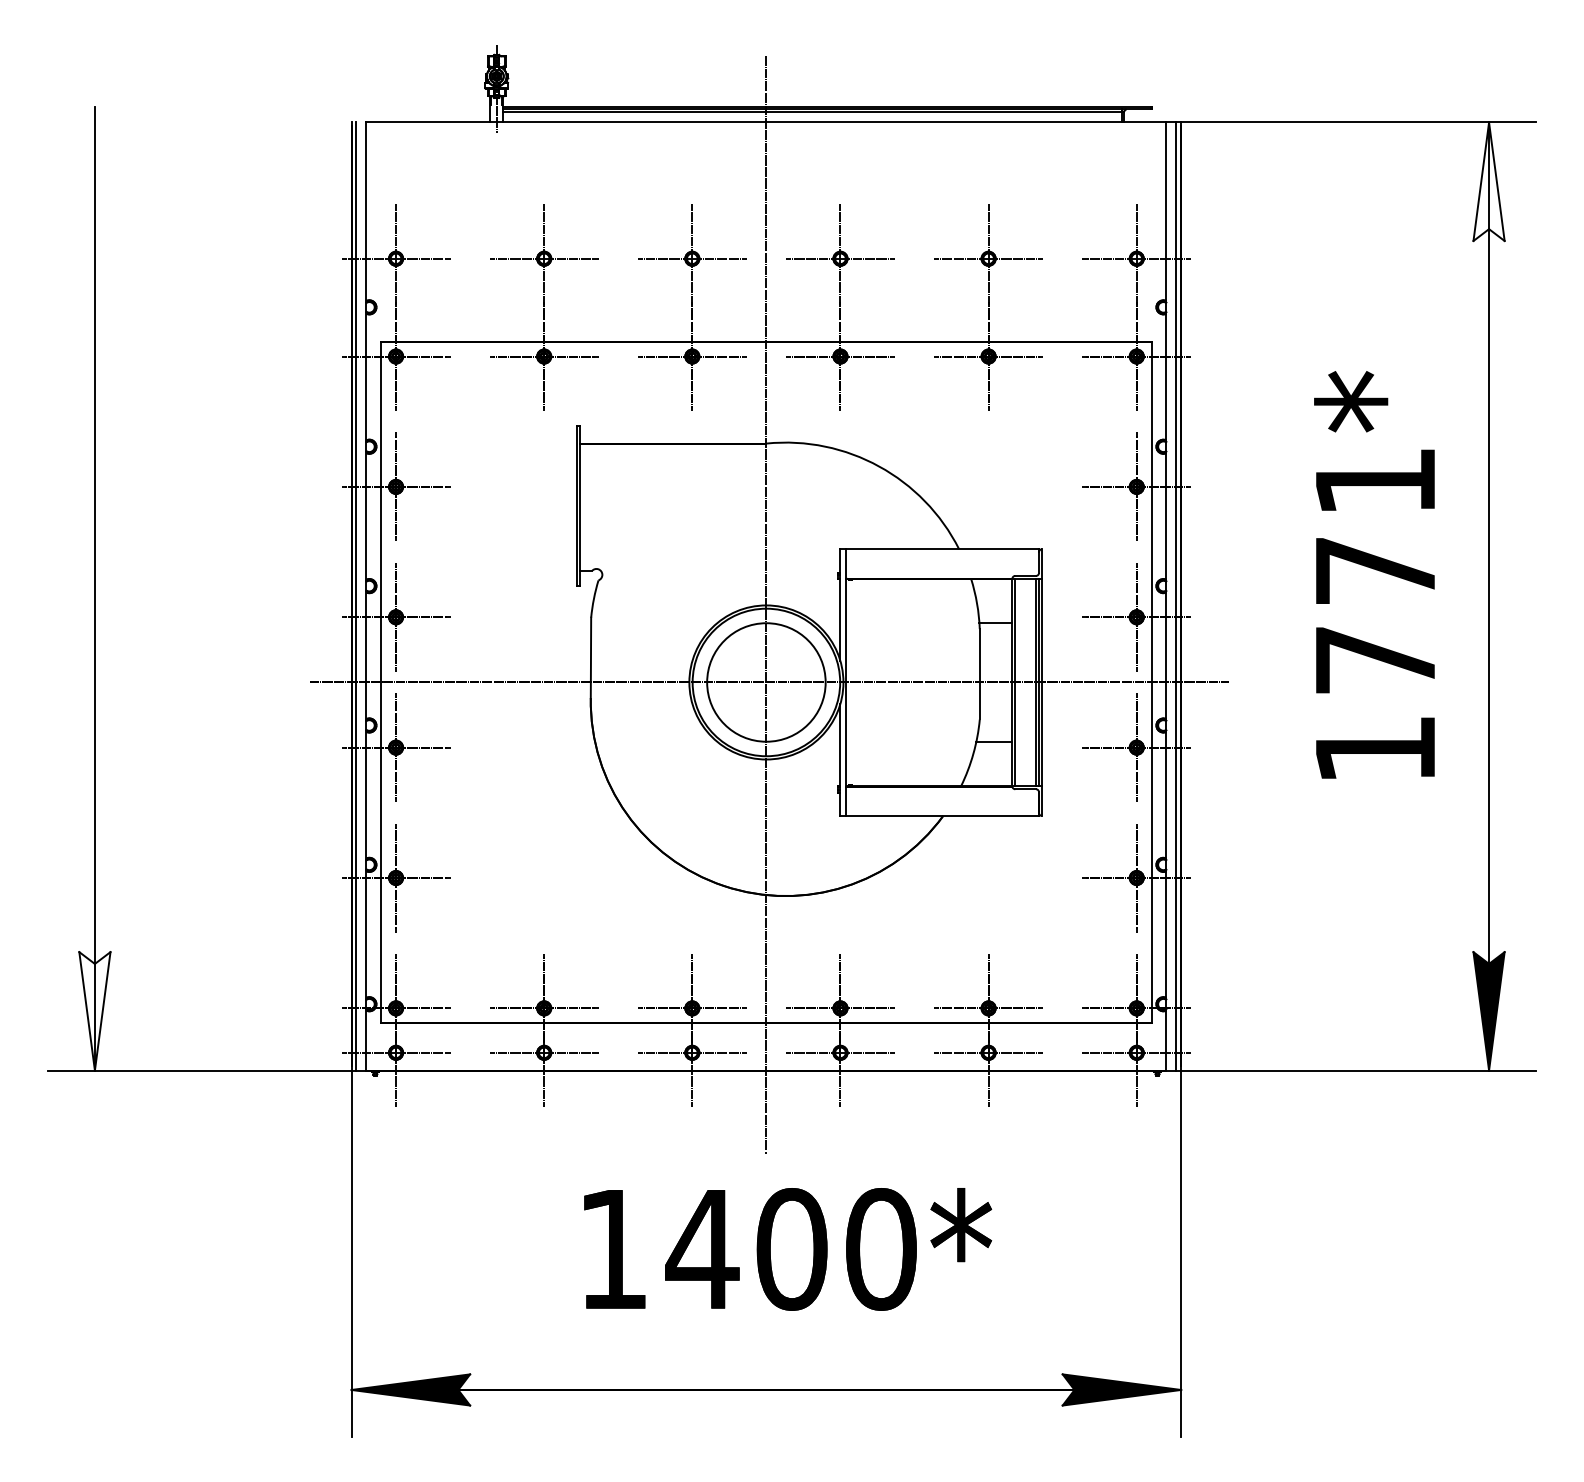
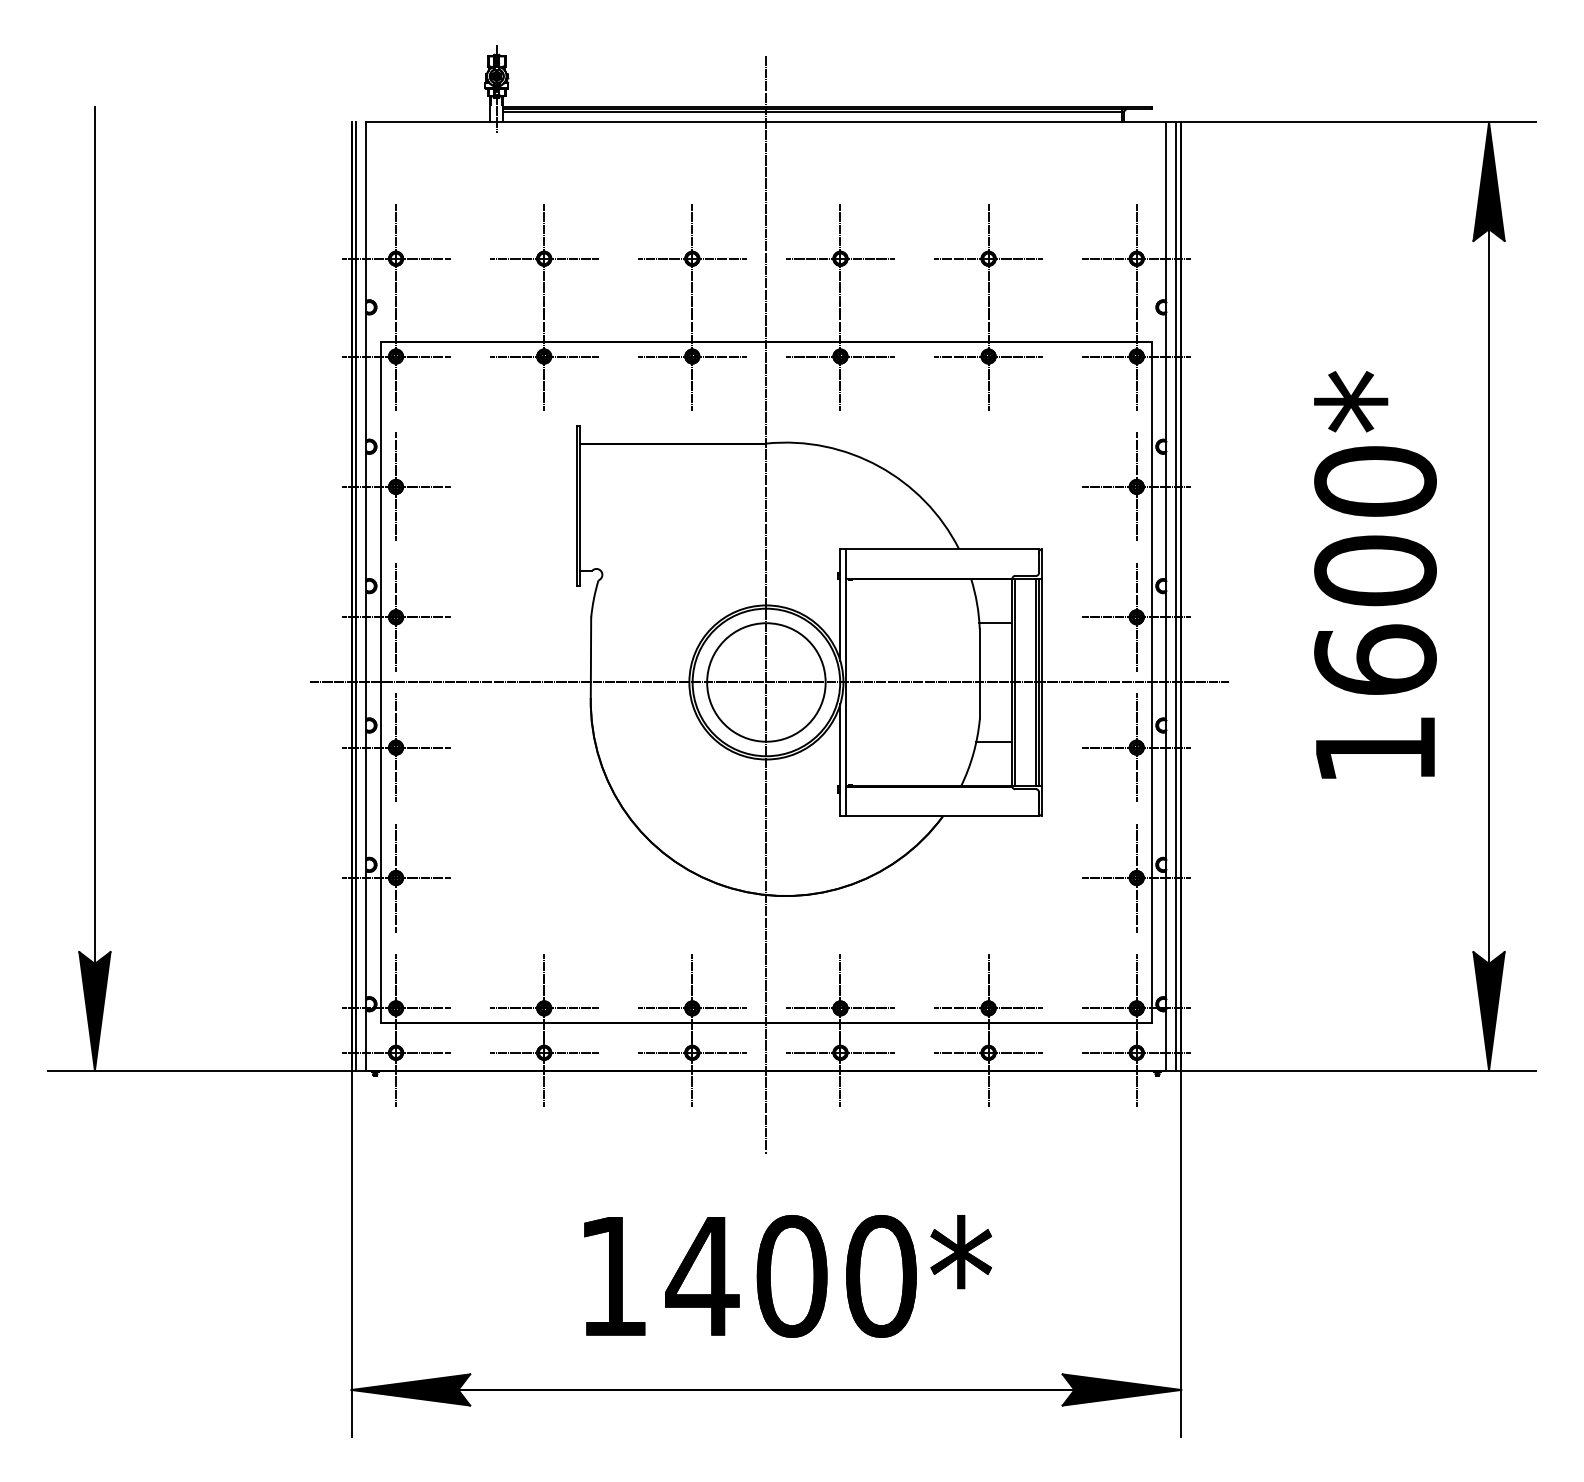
fill at (1488, 181): none -> present
text at (1375, 570): 1771* -> 1600*
fill at (94, 1011): none -> present
text at (788, 1249) position: (788, 1249) -> (788, 1276)
